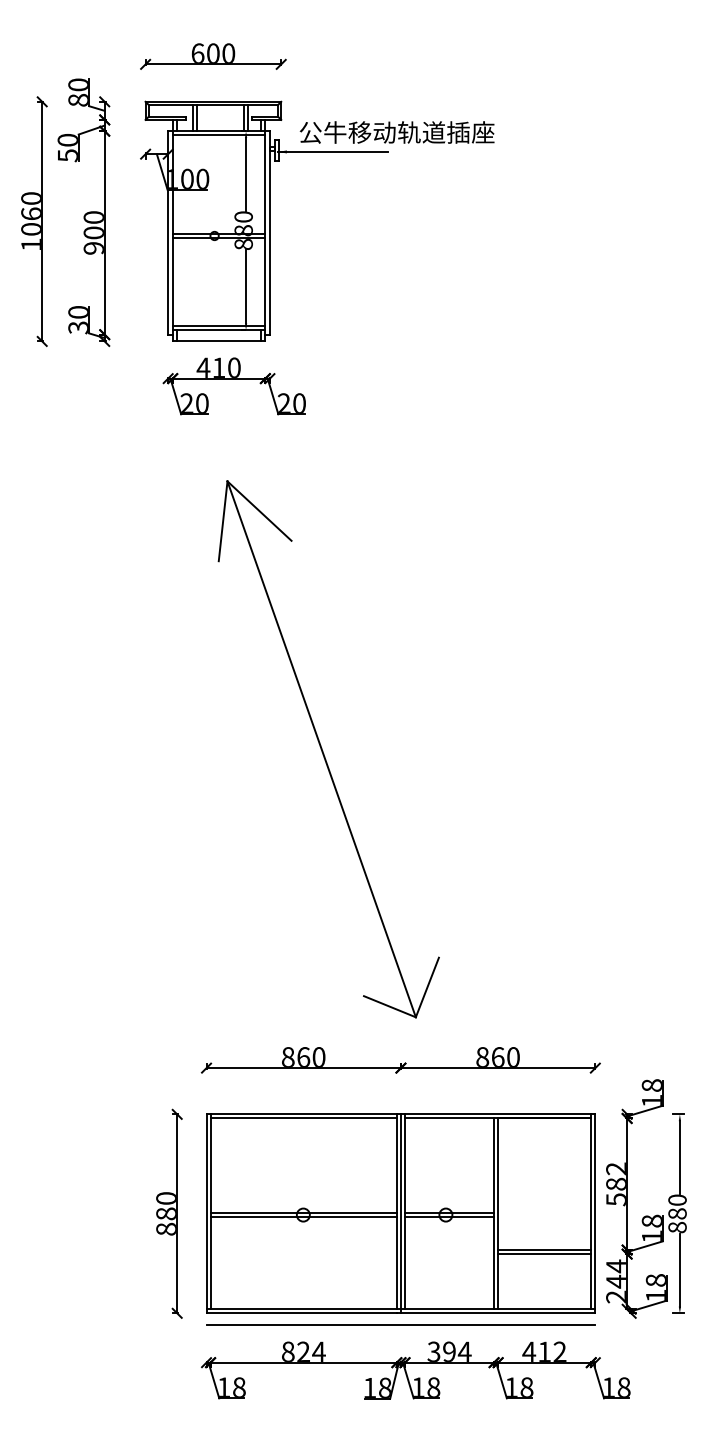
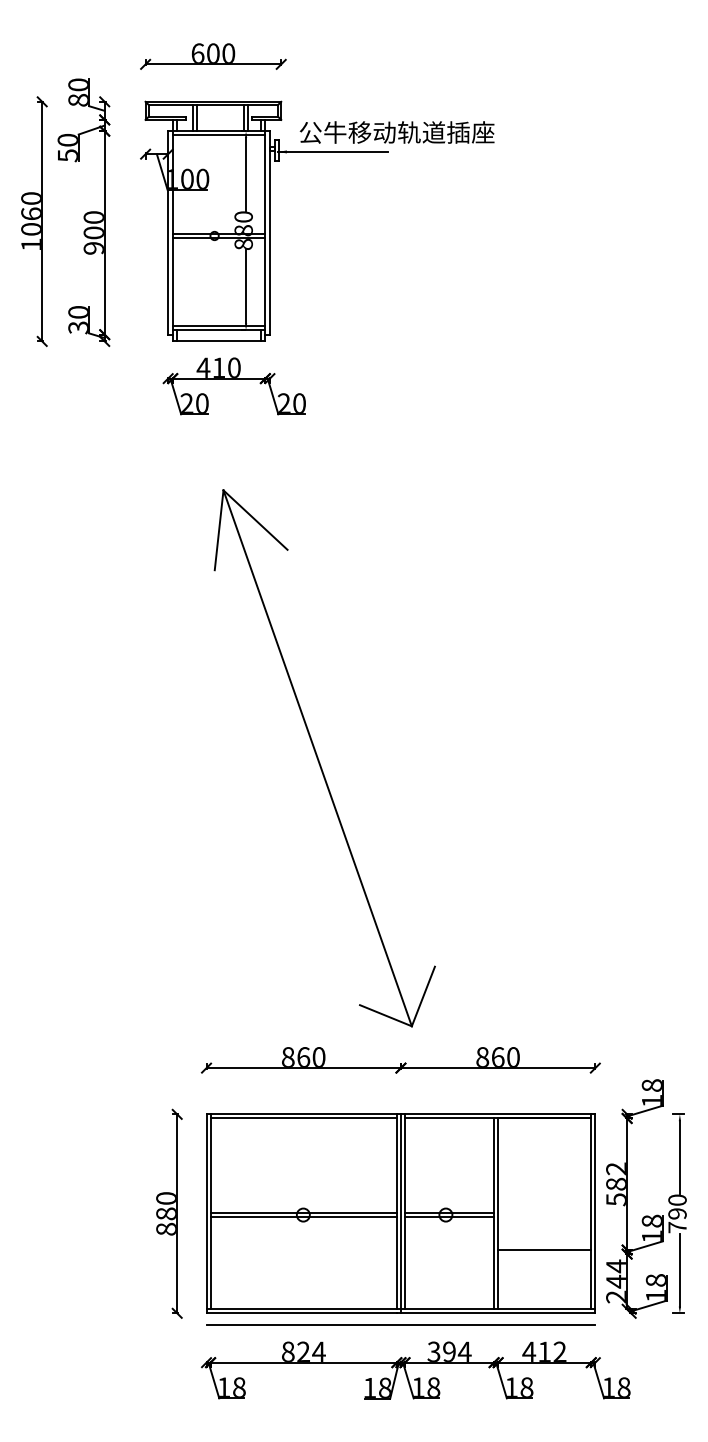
part at (328, 749) position: (328, 749) -> (324, 758)
text at (677, 1220): 880 -> 790
line at (544, 1254): present -> none
